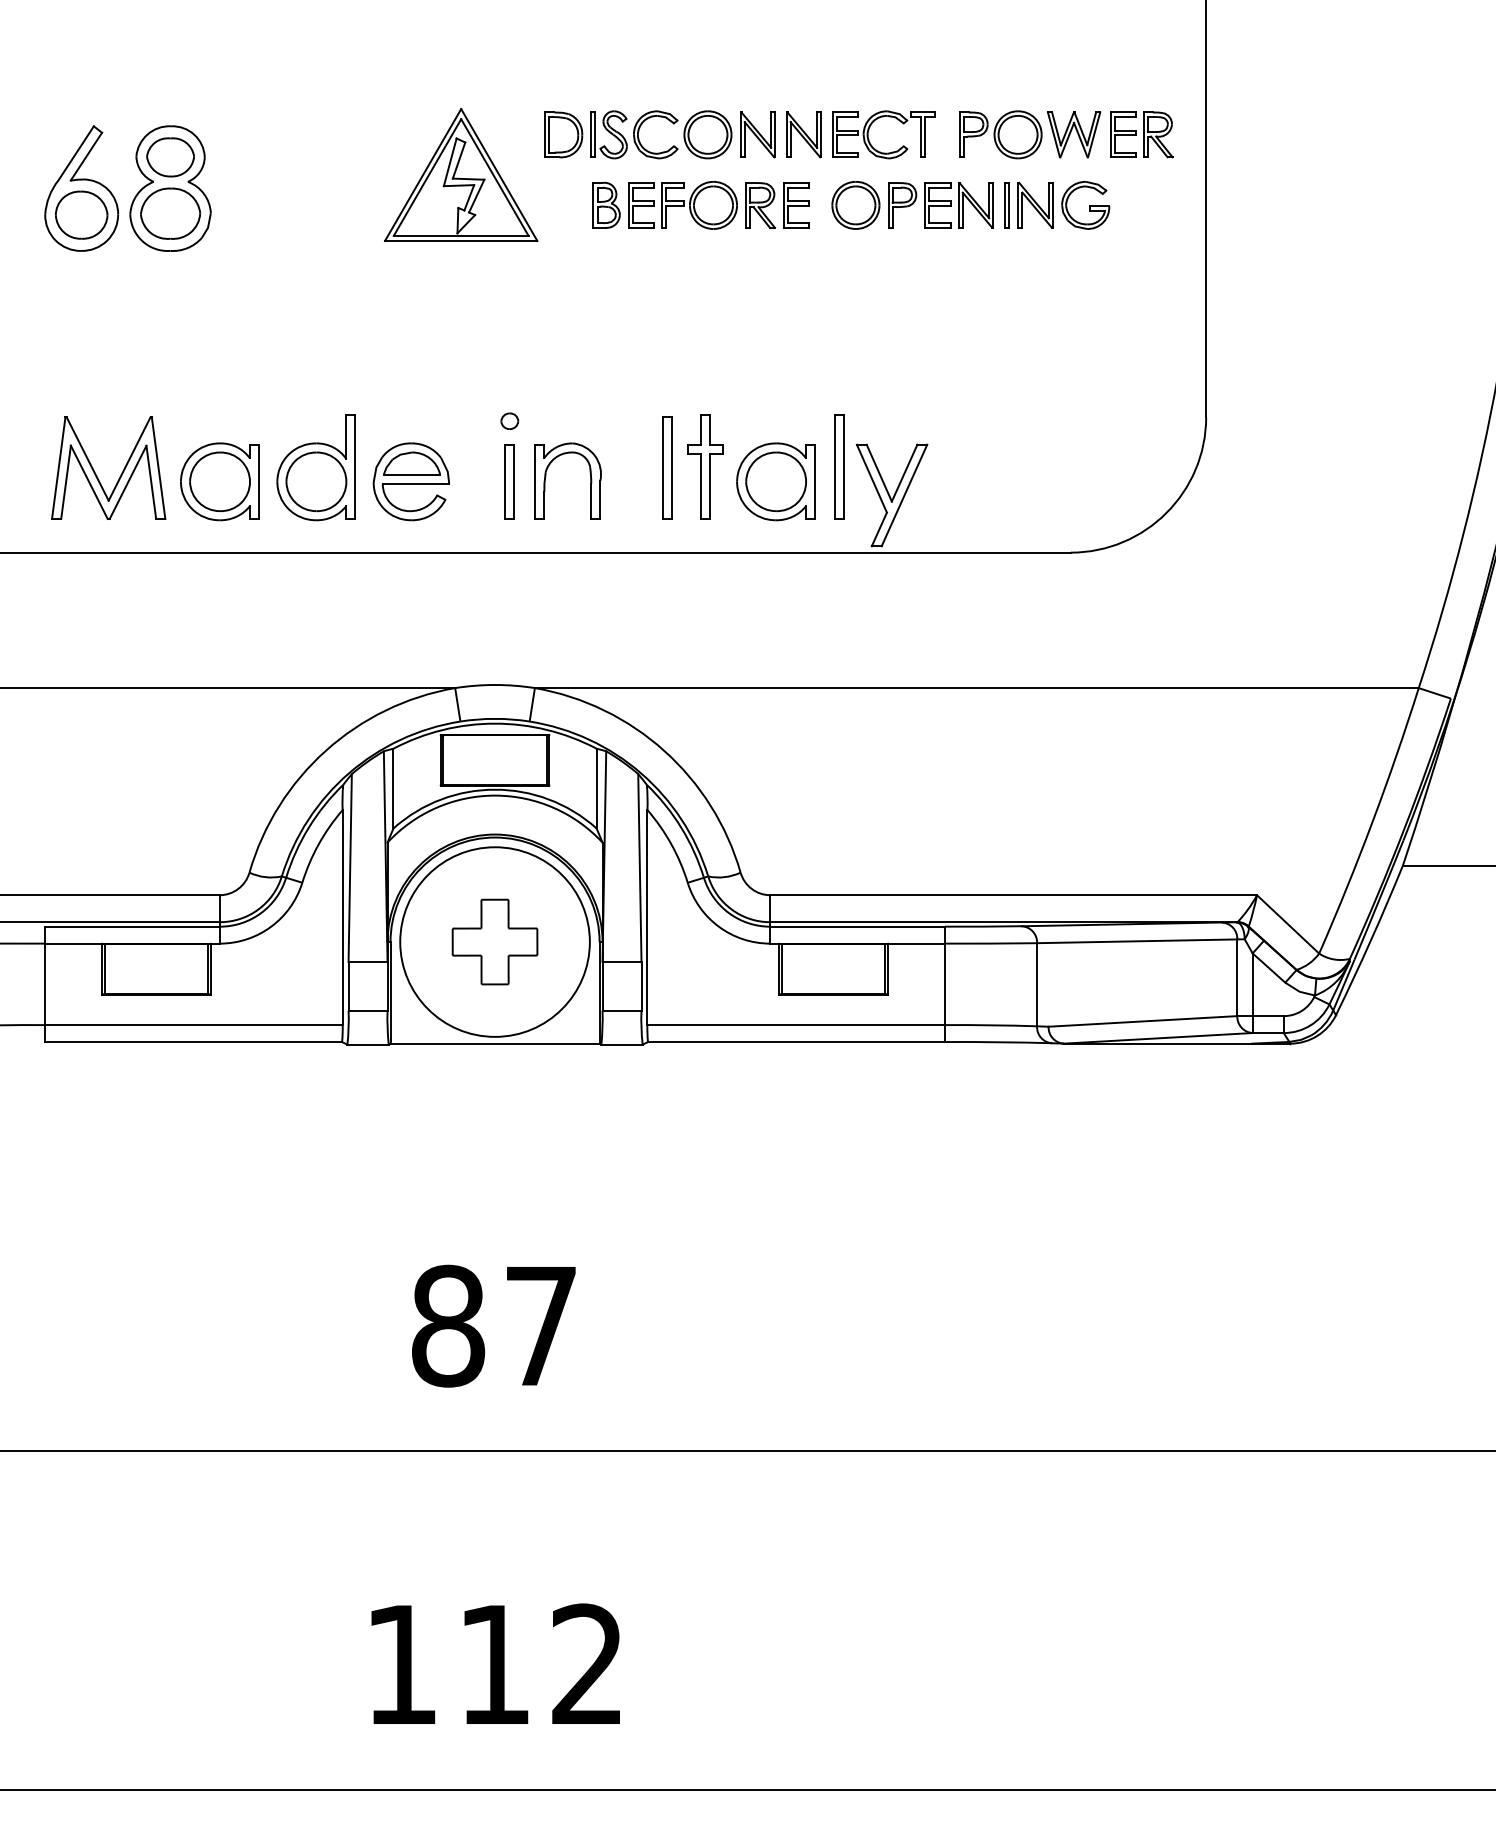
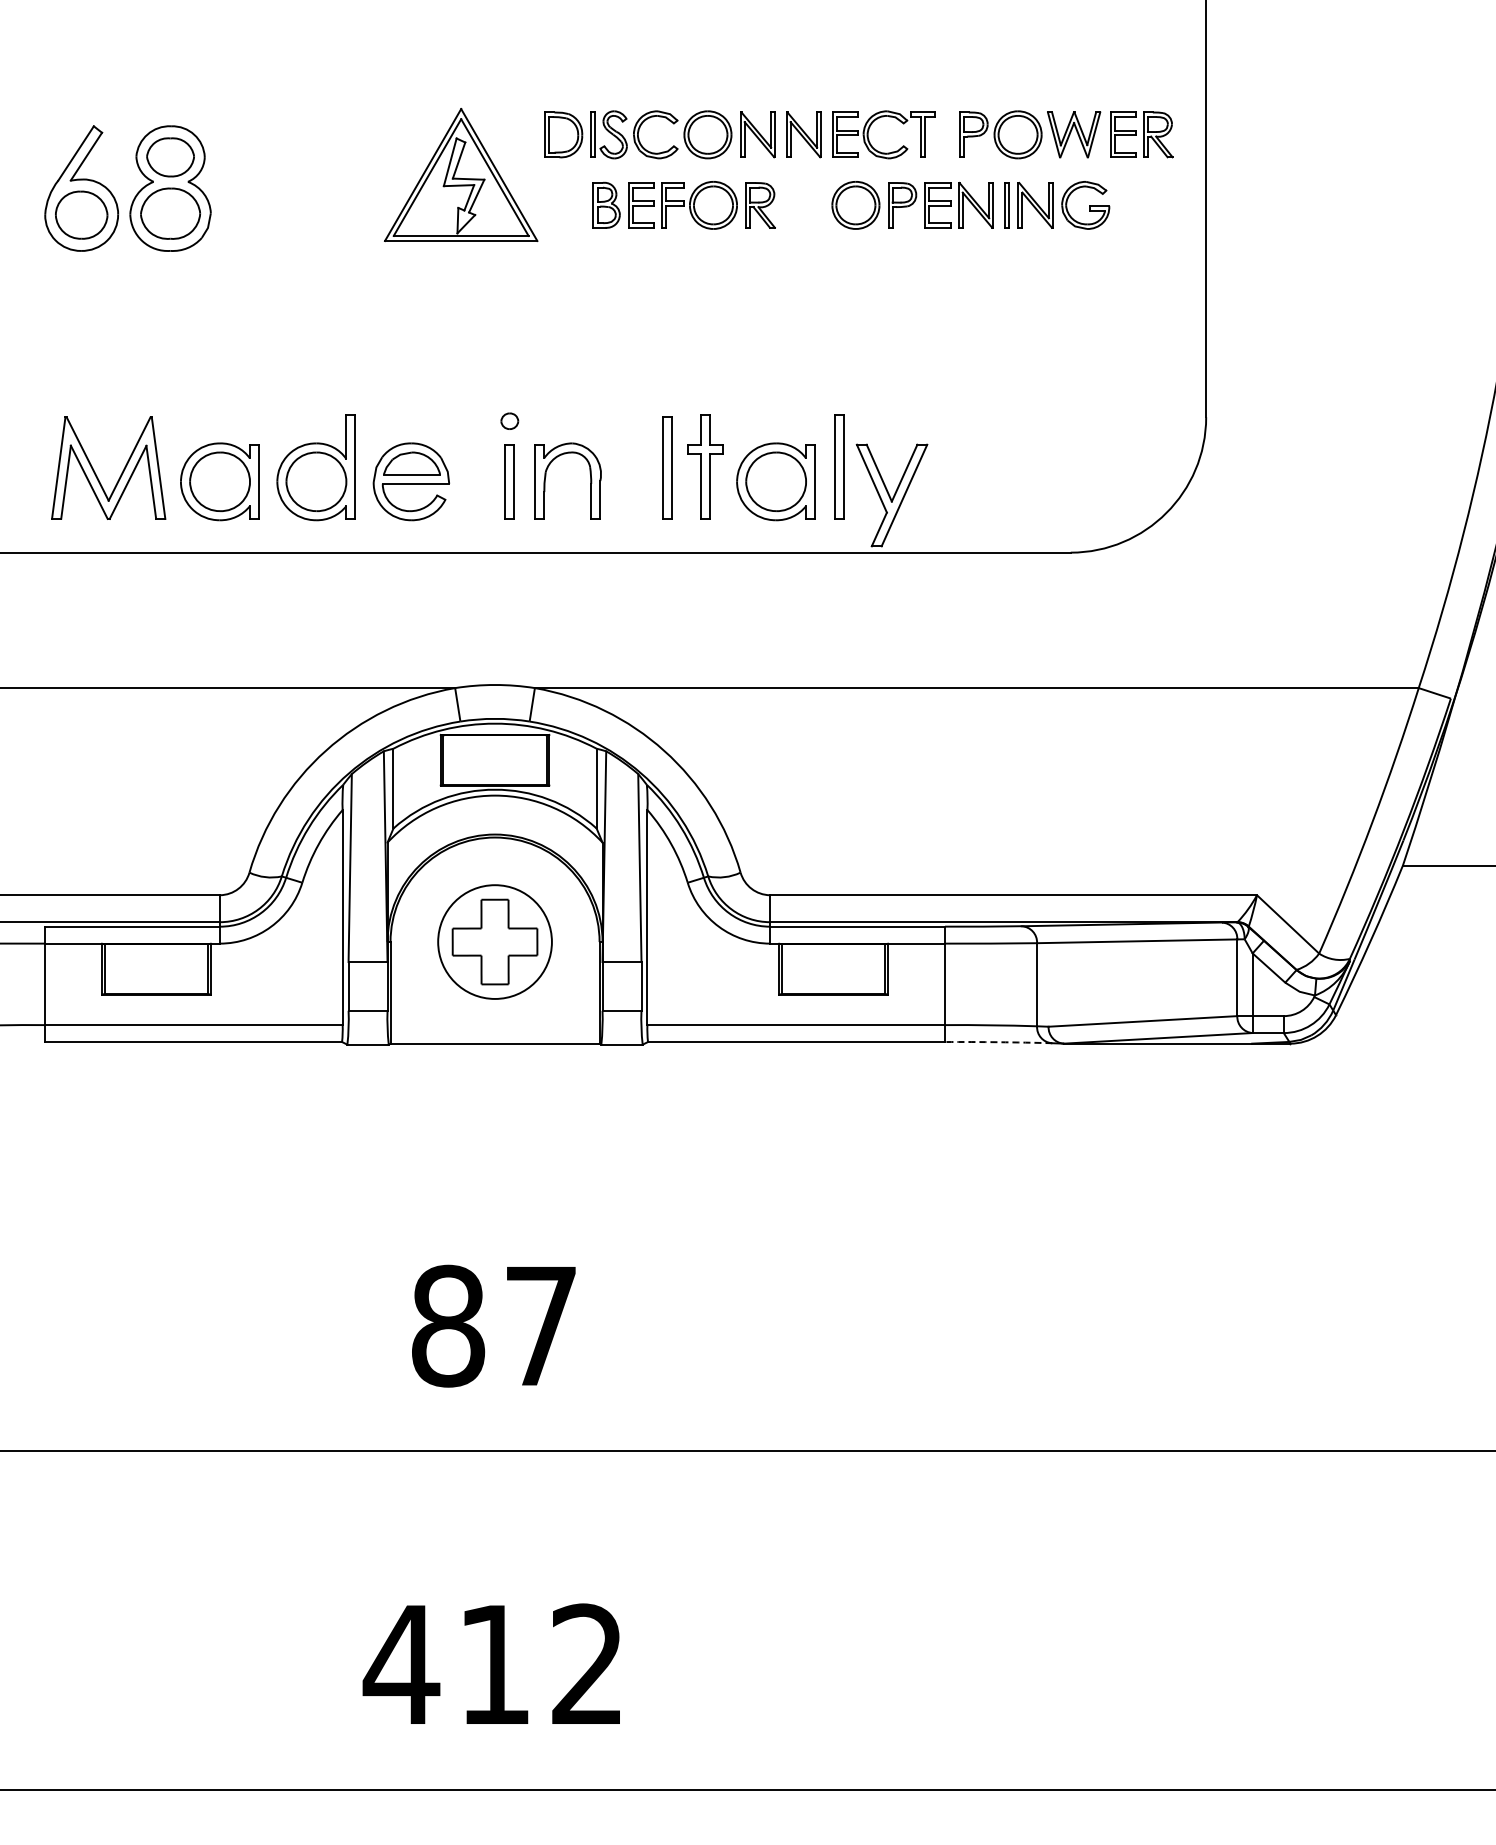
part at (796, 205): present -> none
circle at (494, 941) diameter: 190 px -> 114 px
arc at (998, 1042): solid -> dashed
text at (401, 1664): 112 -> 412
